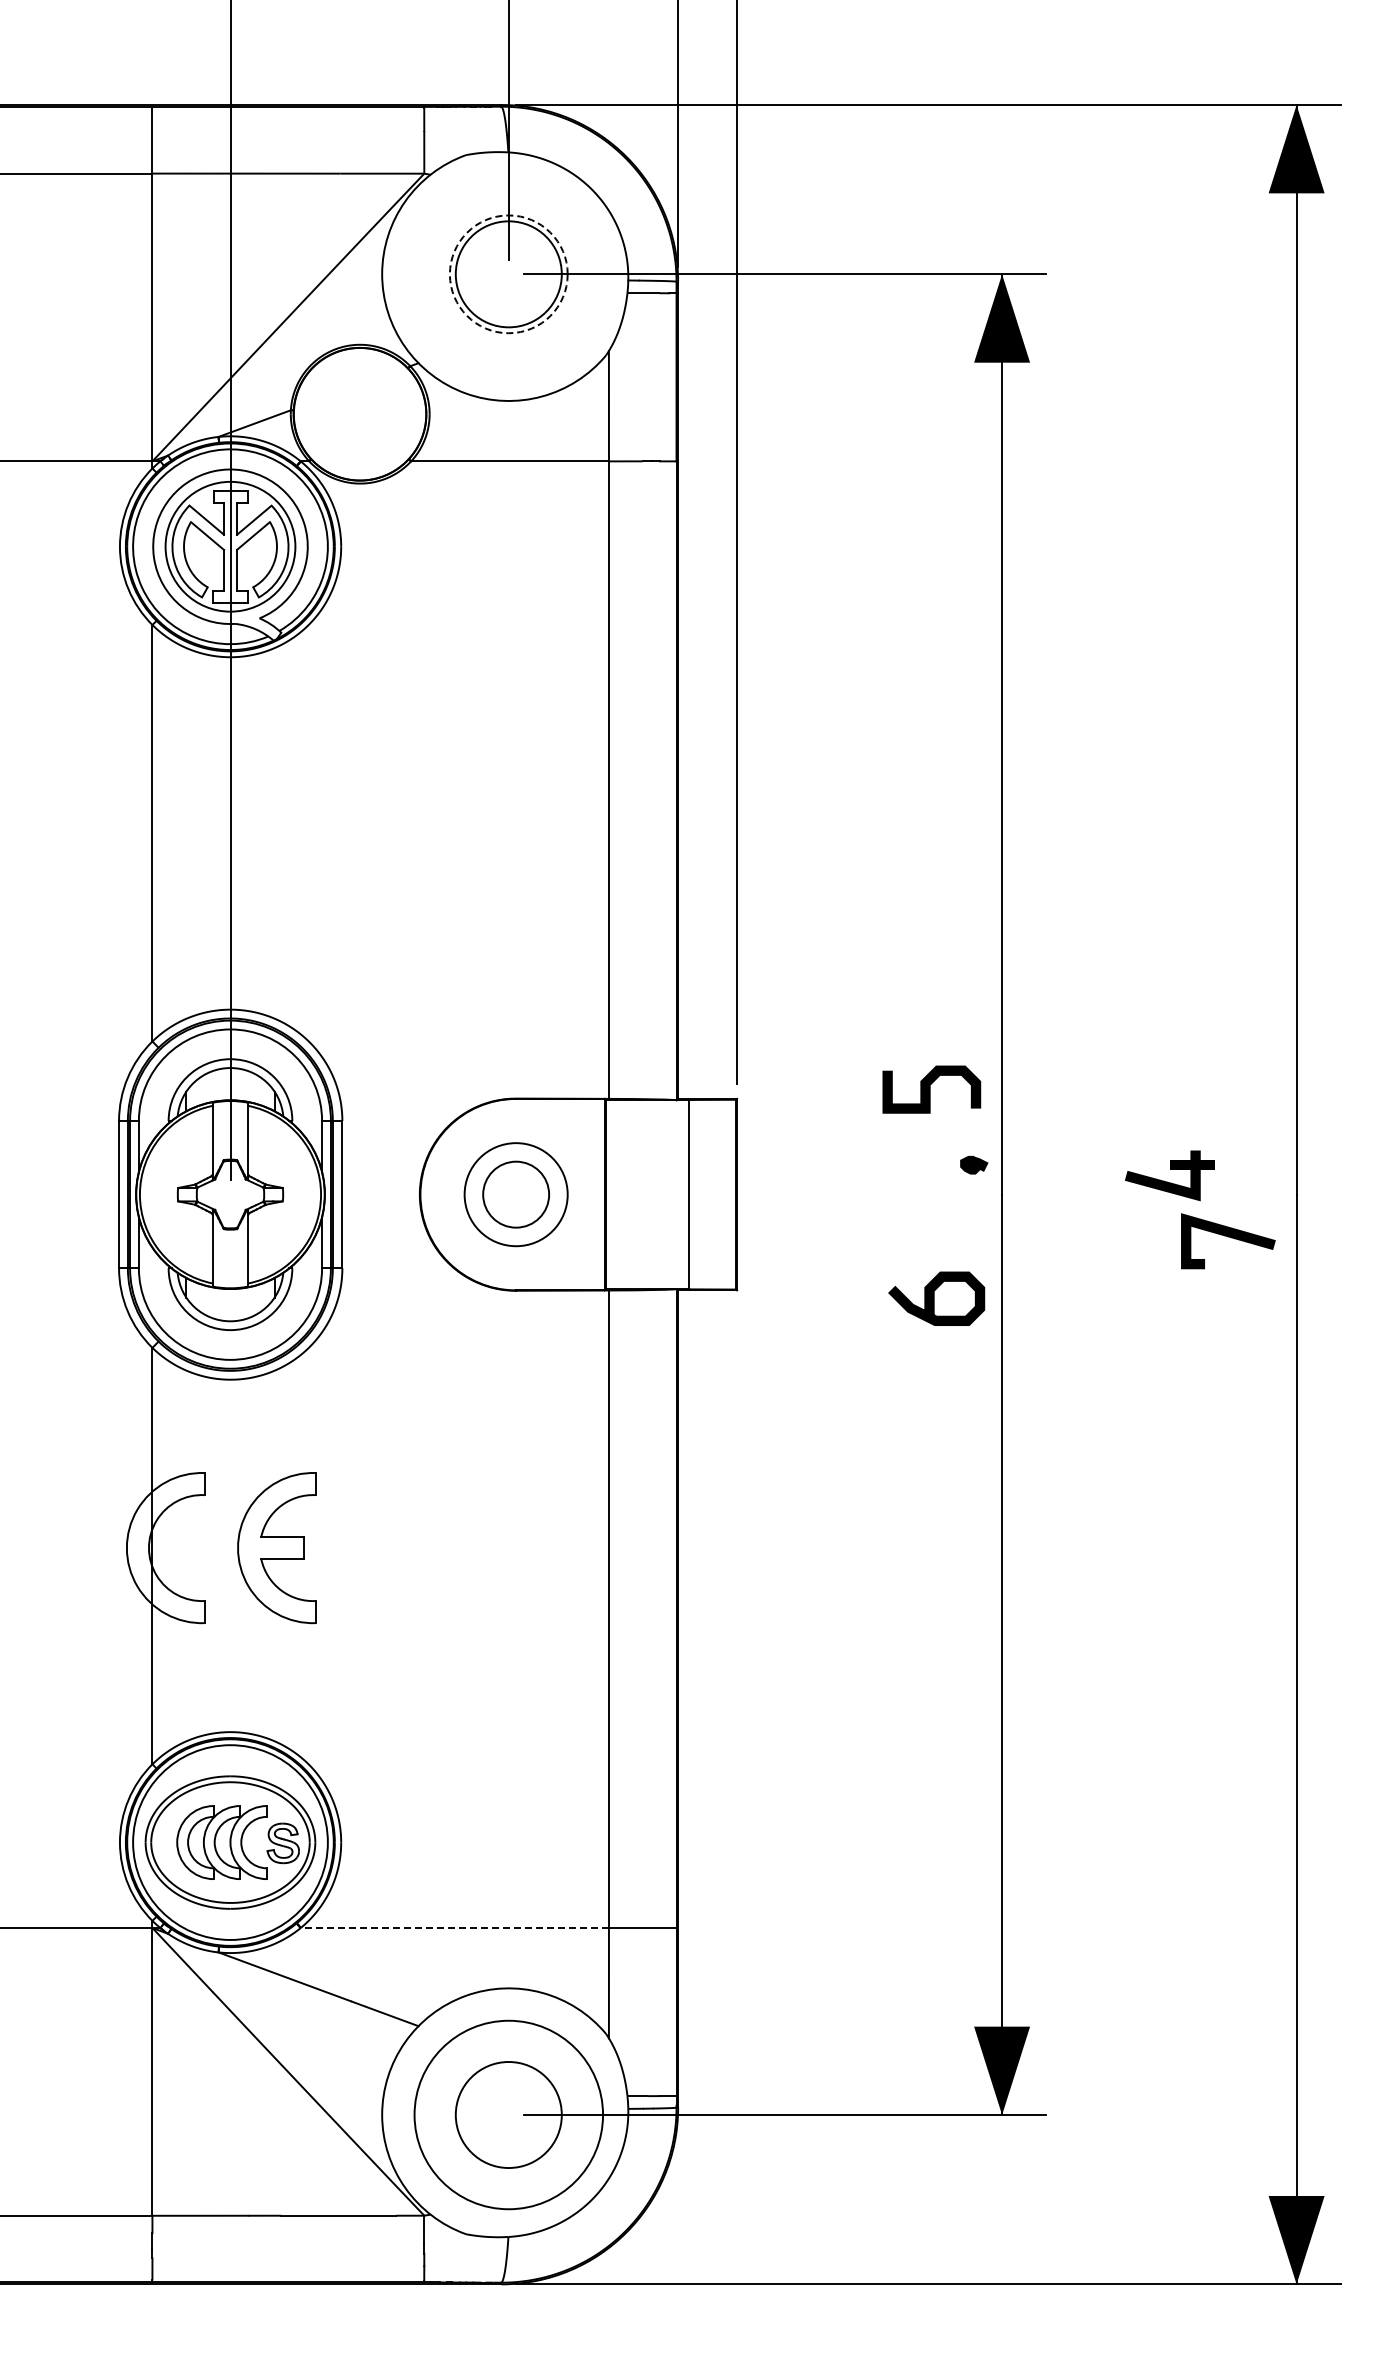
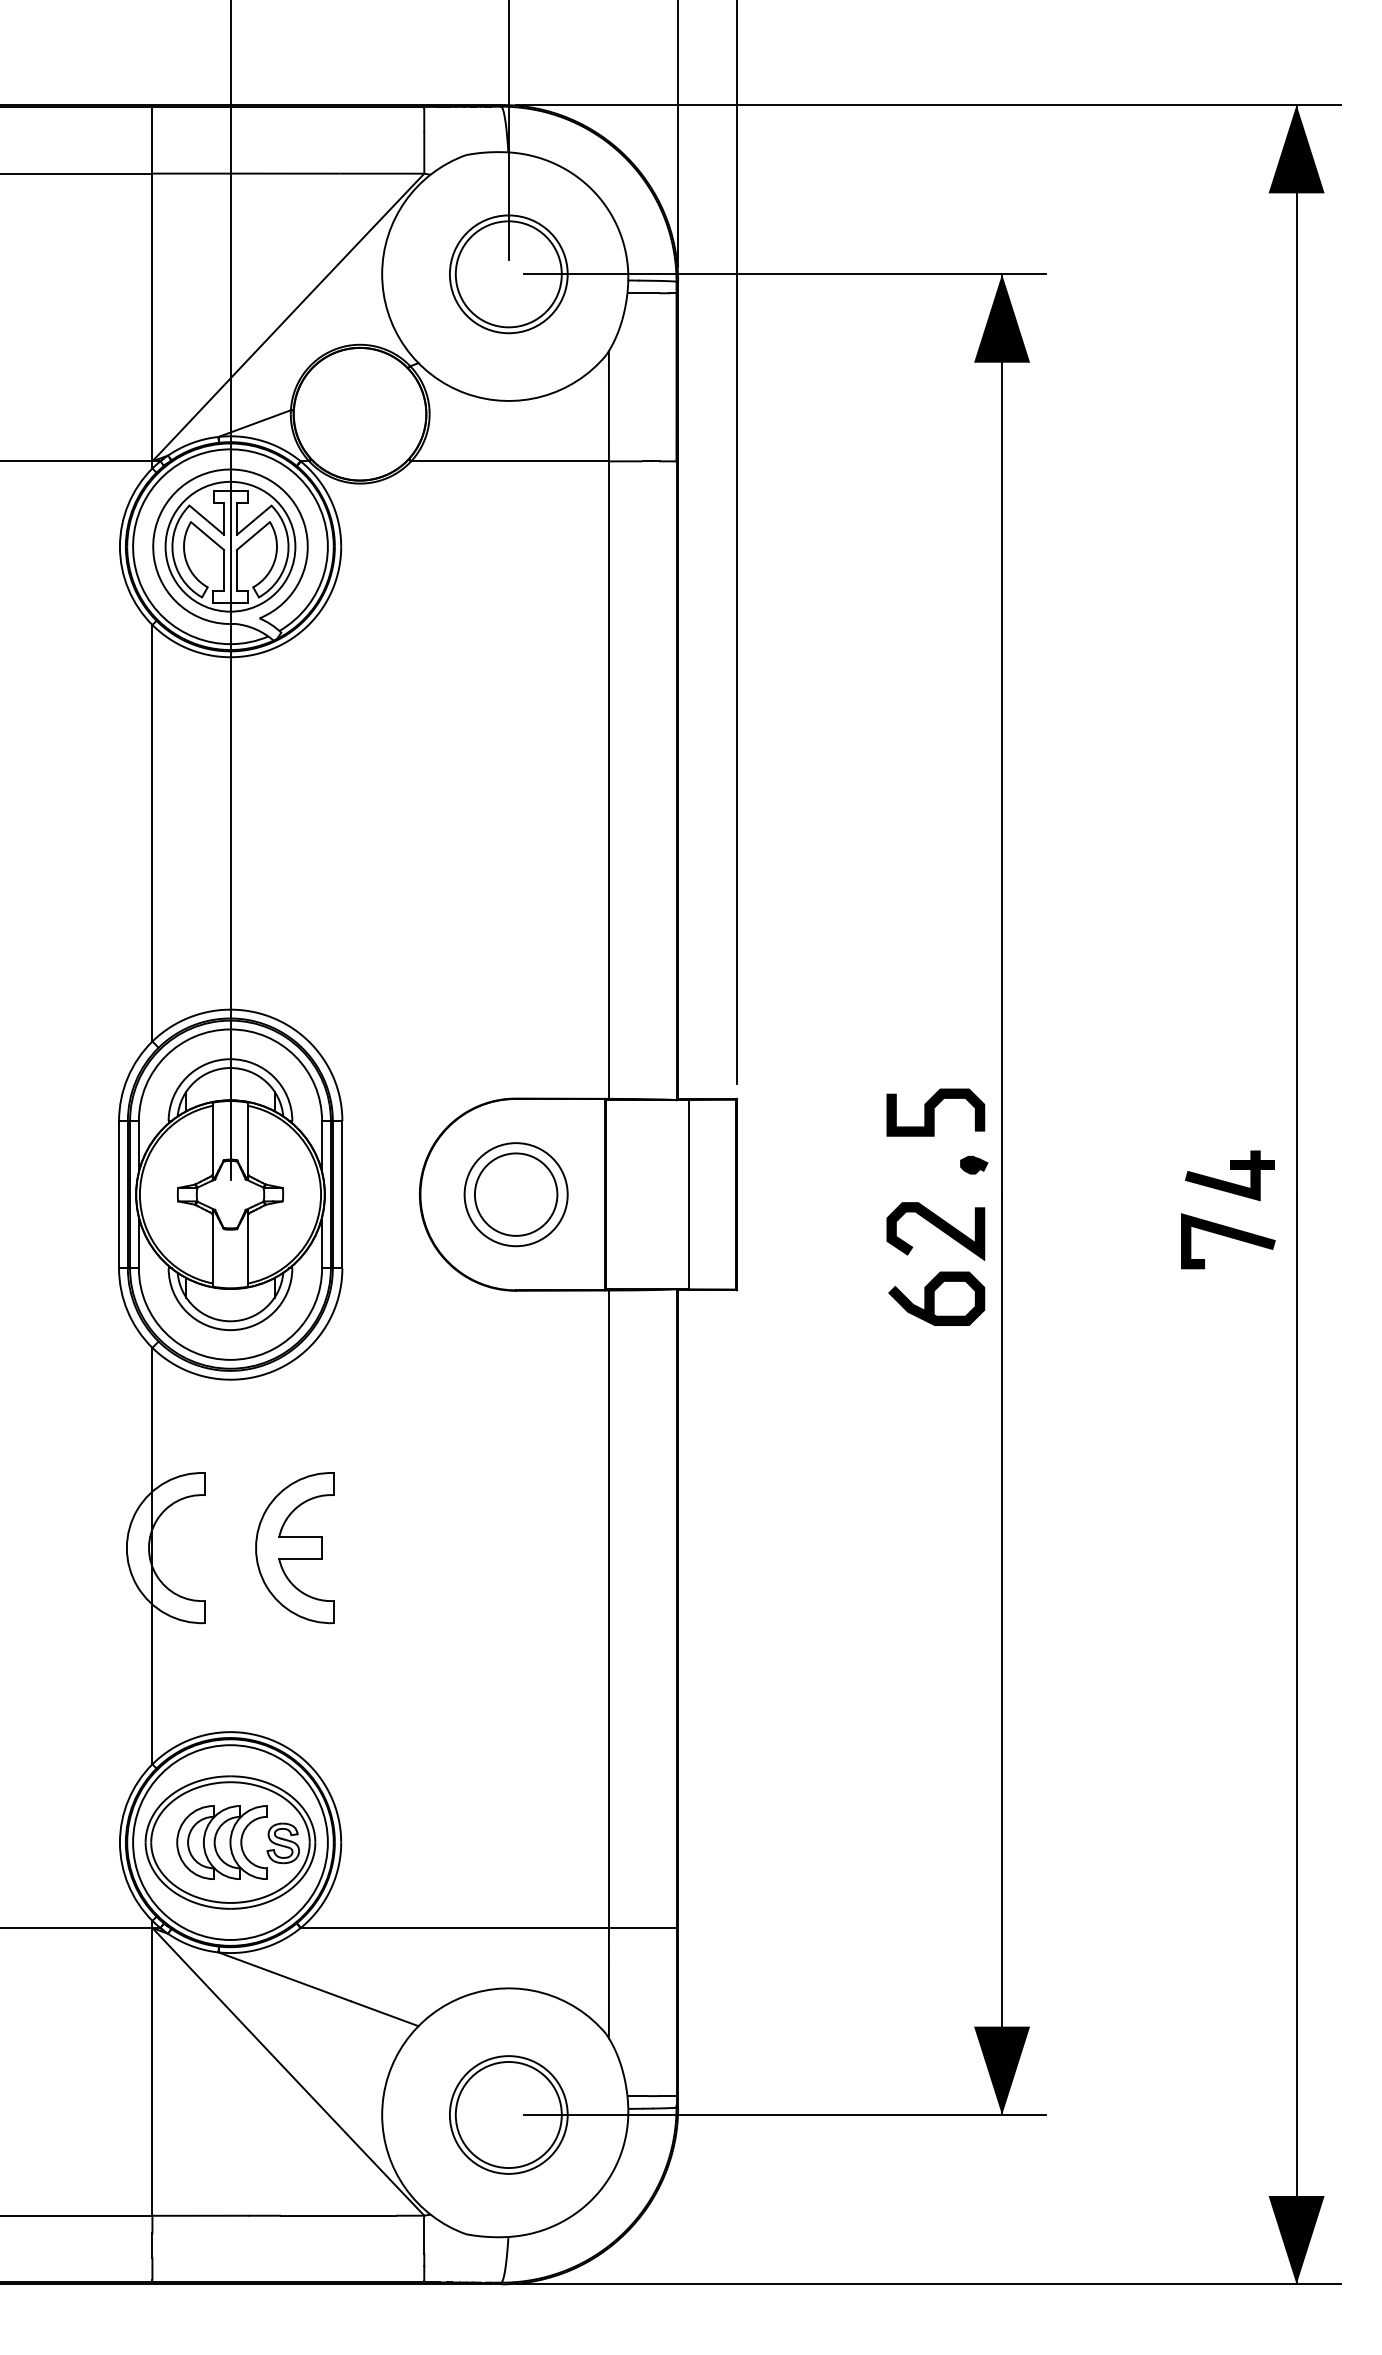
circle at (508, 274): dashed -> solid
curve at (930, 1089) position: (930, 1089) -> (934, 1112)
part at (1170, 1169) position: (1170, 1169) -> (1230, 1169)
circle at (516, 1194) diameter: 66 px -> 82 px
curve at (936, 1227): none -> present
part at (276, 1548) position: (276, 1548) -> (294, 1548)
line at (454, 1927): dashed -> solid
circle at (508, 2114) diameter: 188 px -> 118 px
